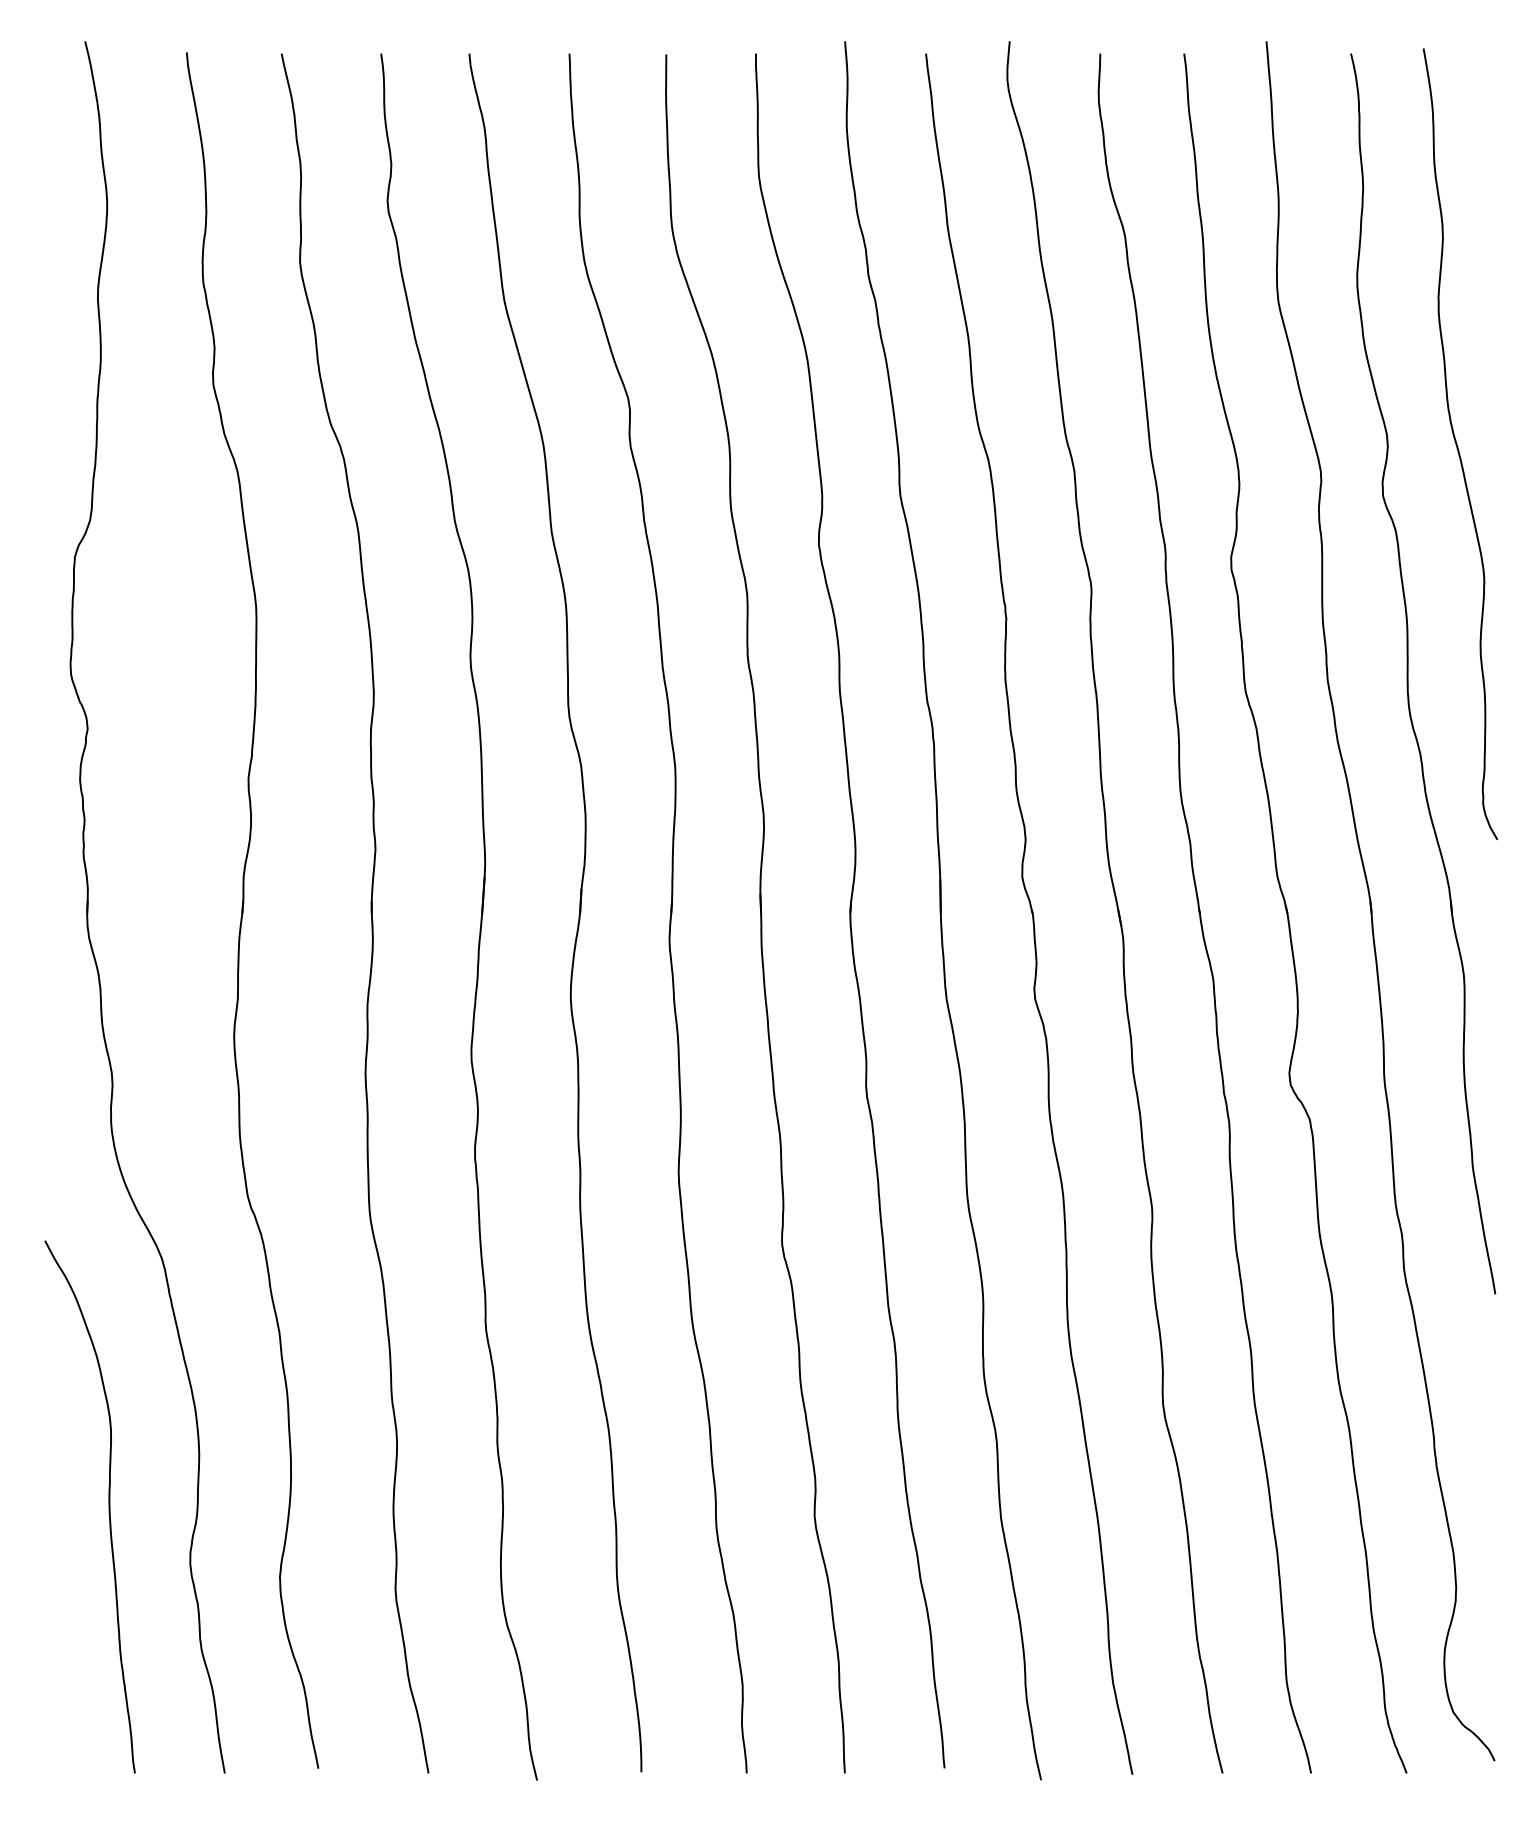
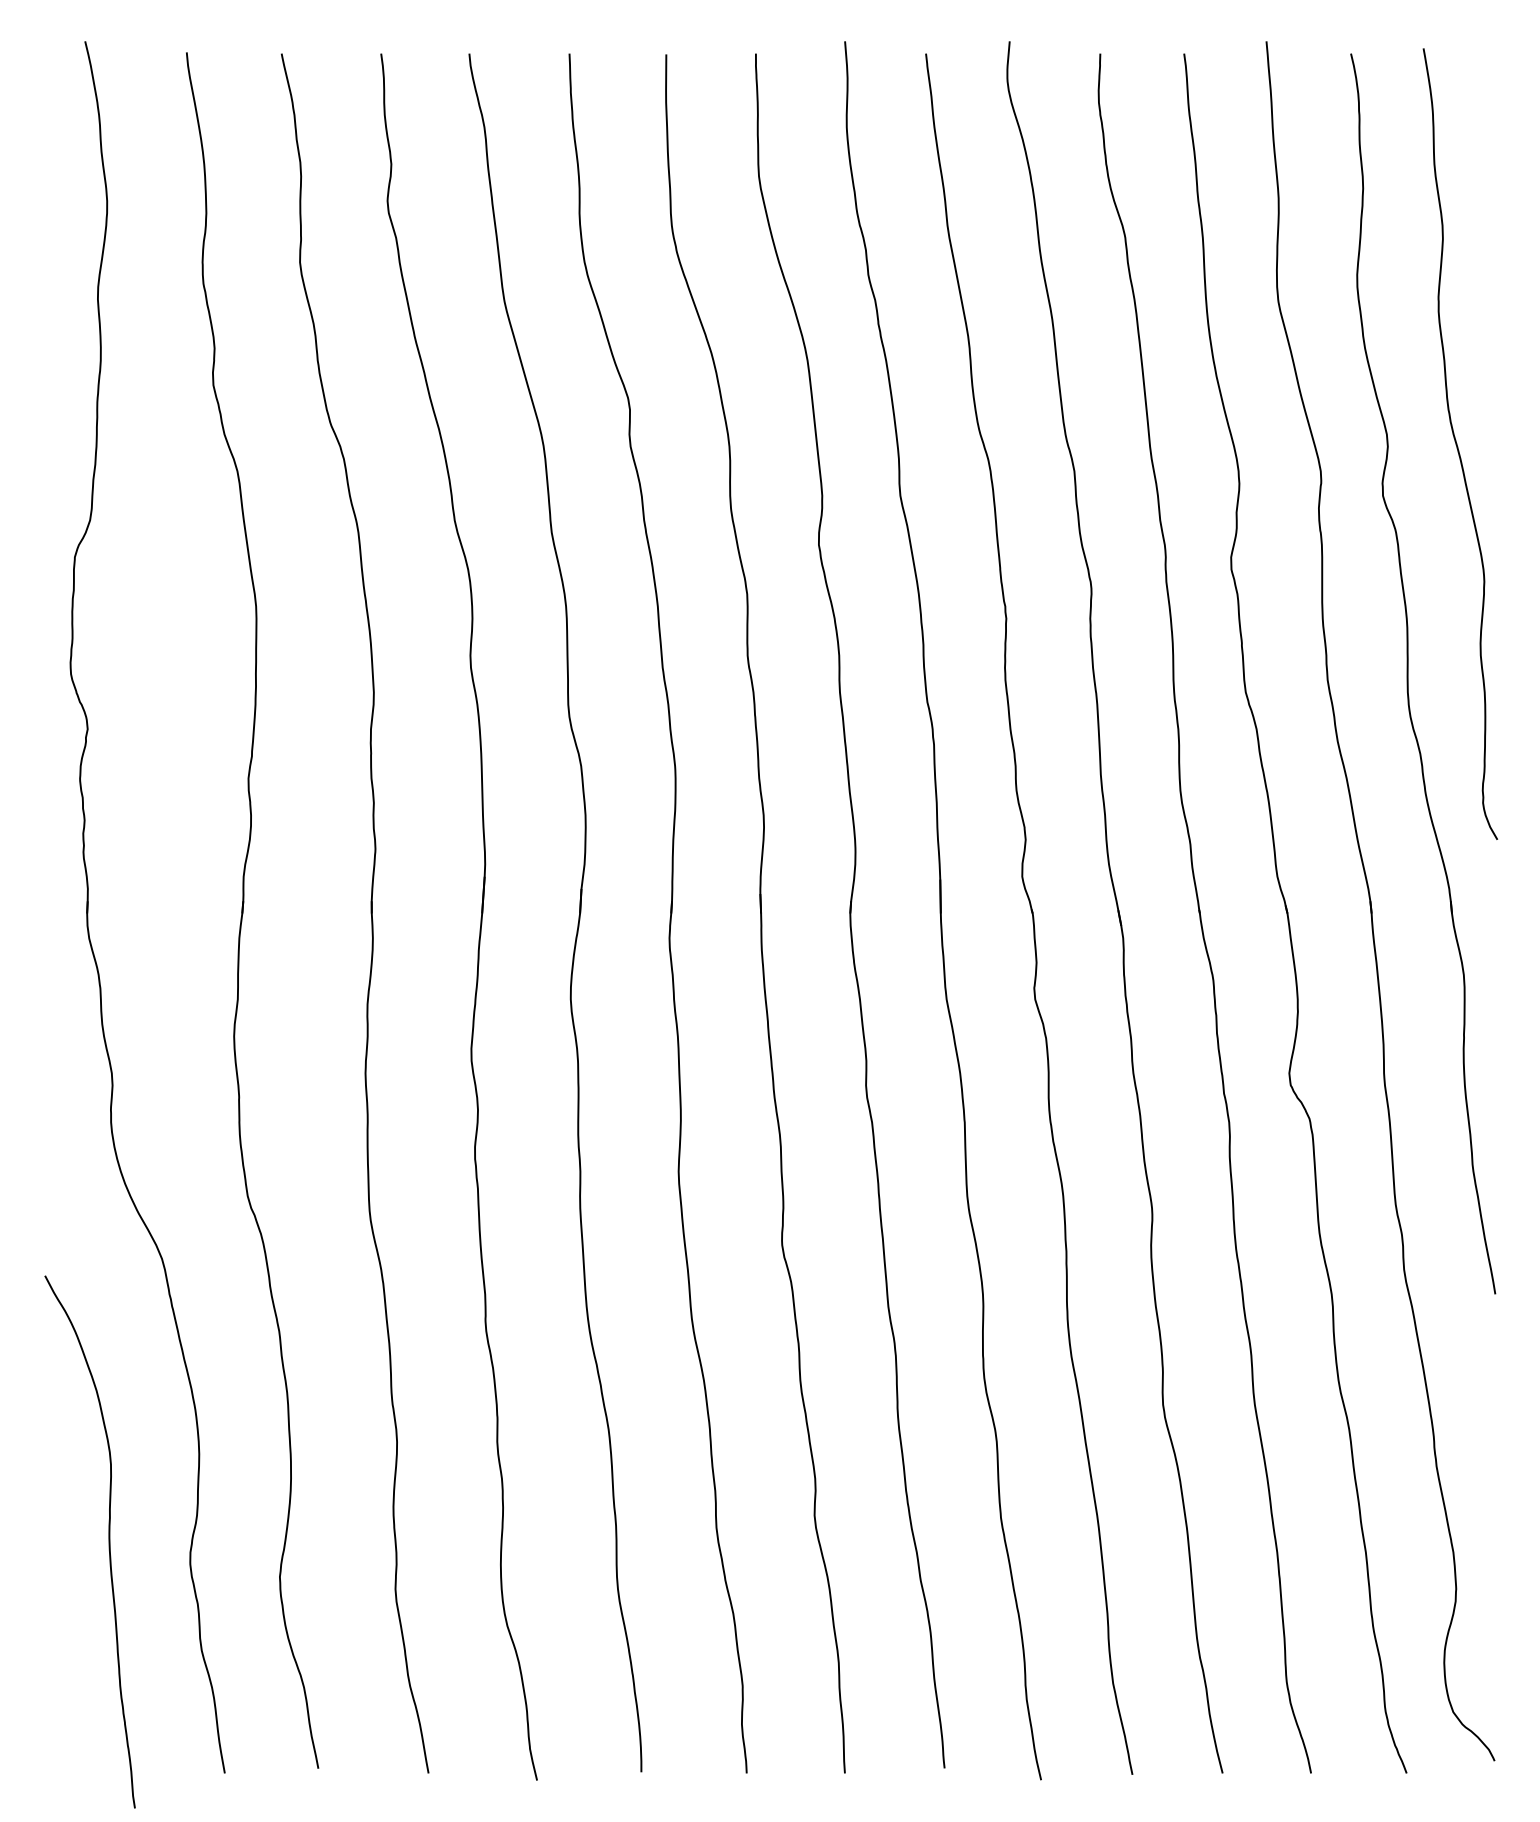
curve at (108, 1506) position: (108, 1506) -> (108, 1541)
